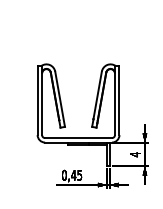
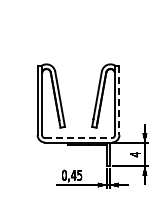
line at (119, 100): solid -> dashed
line at (79, 138): solid -> dashed
